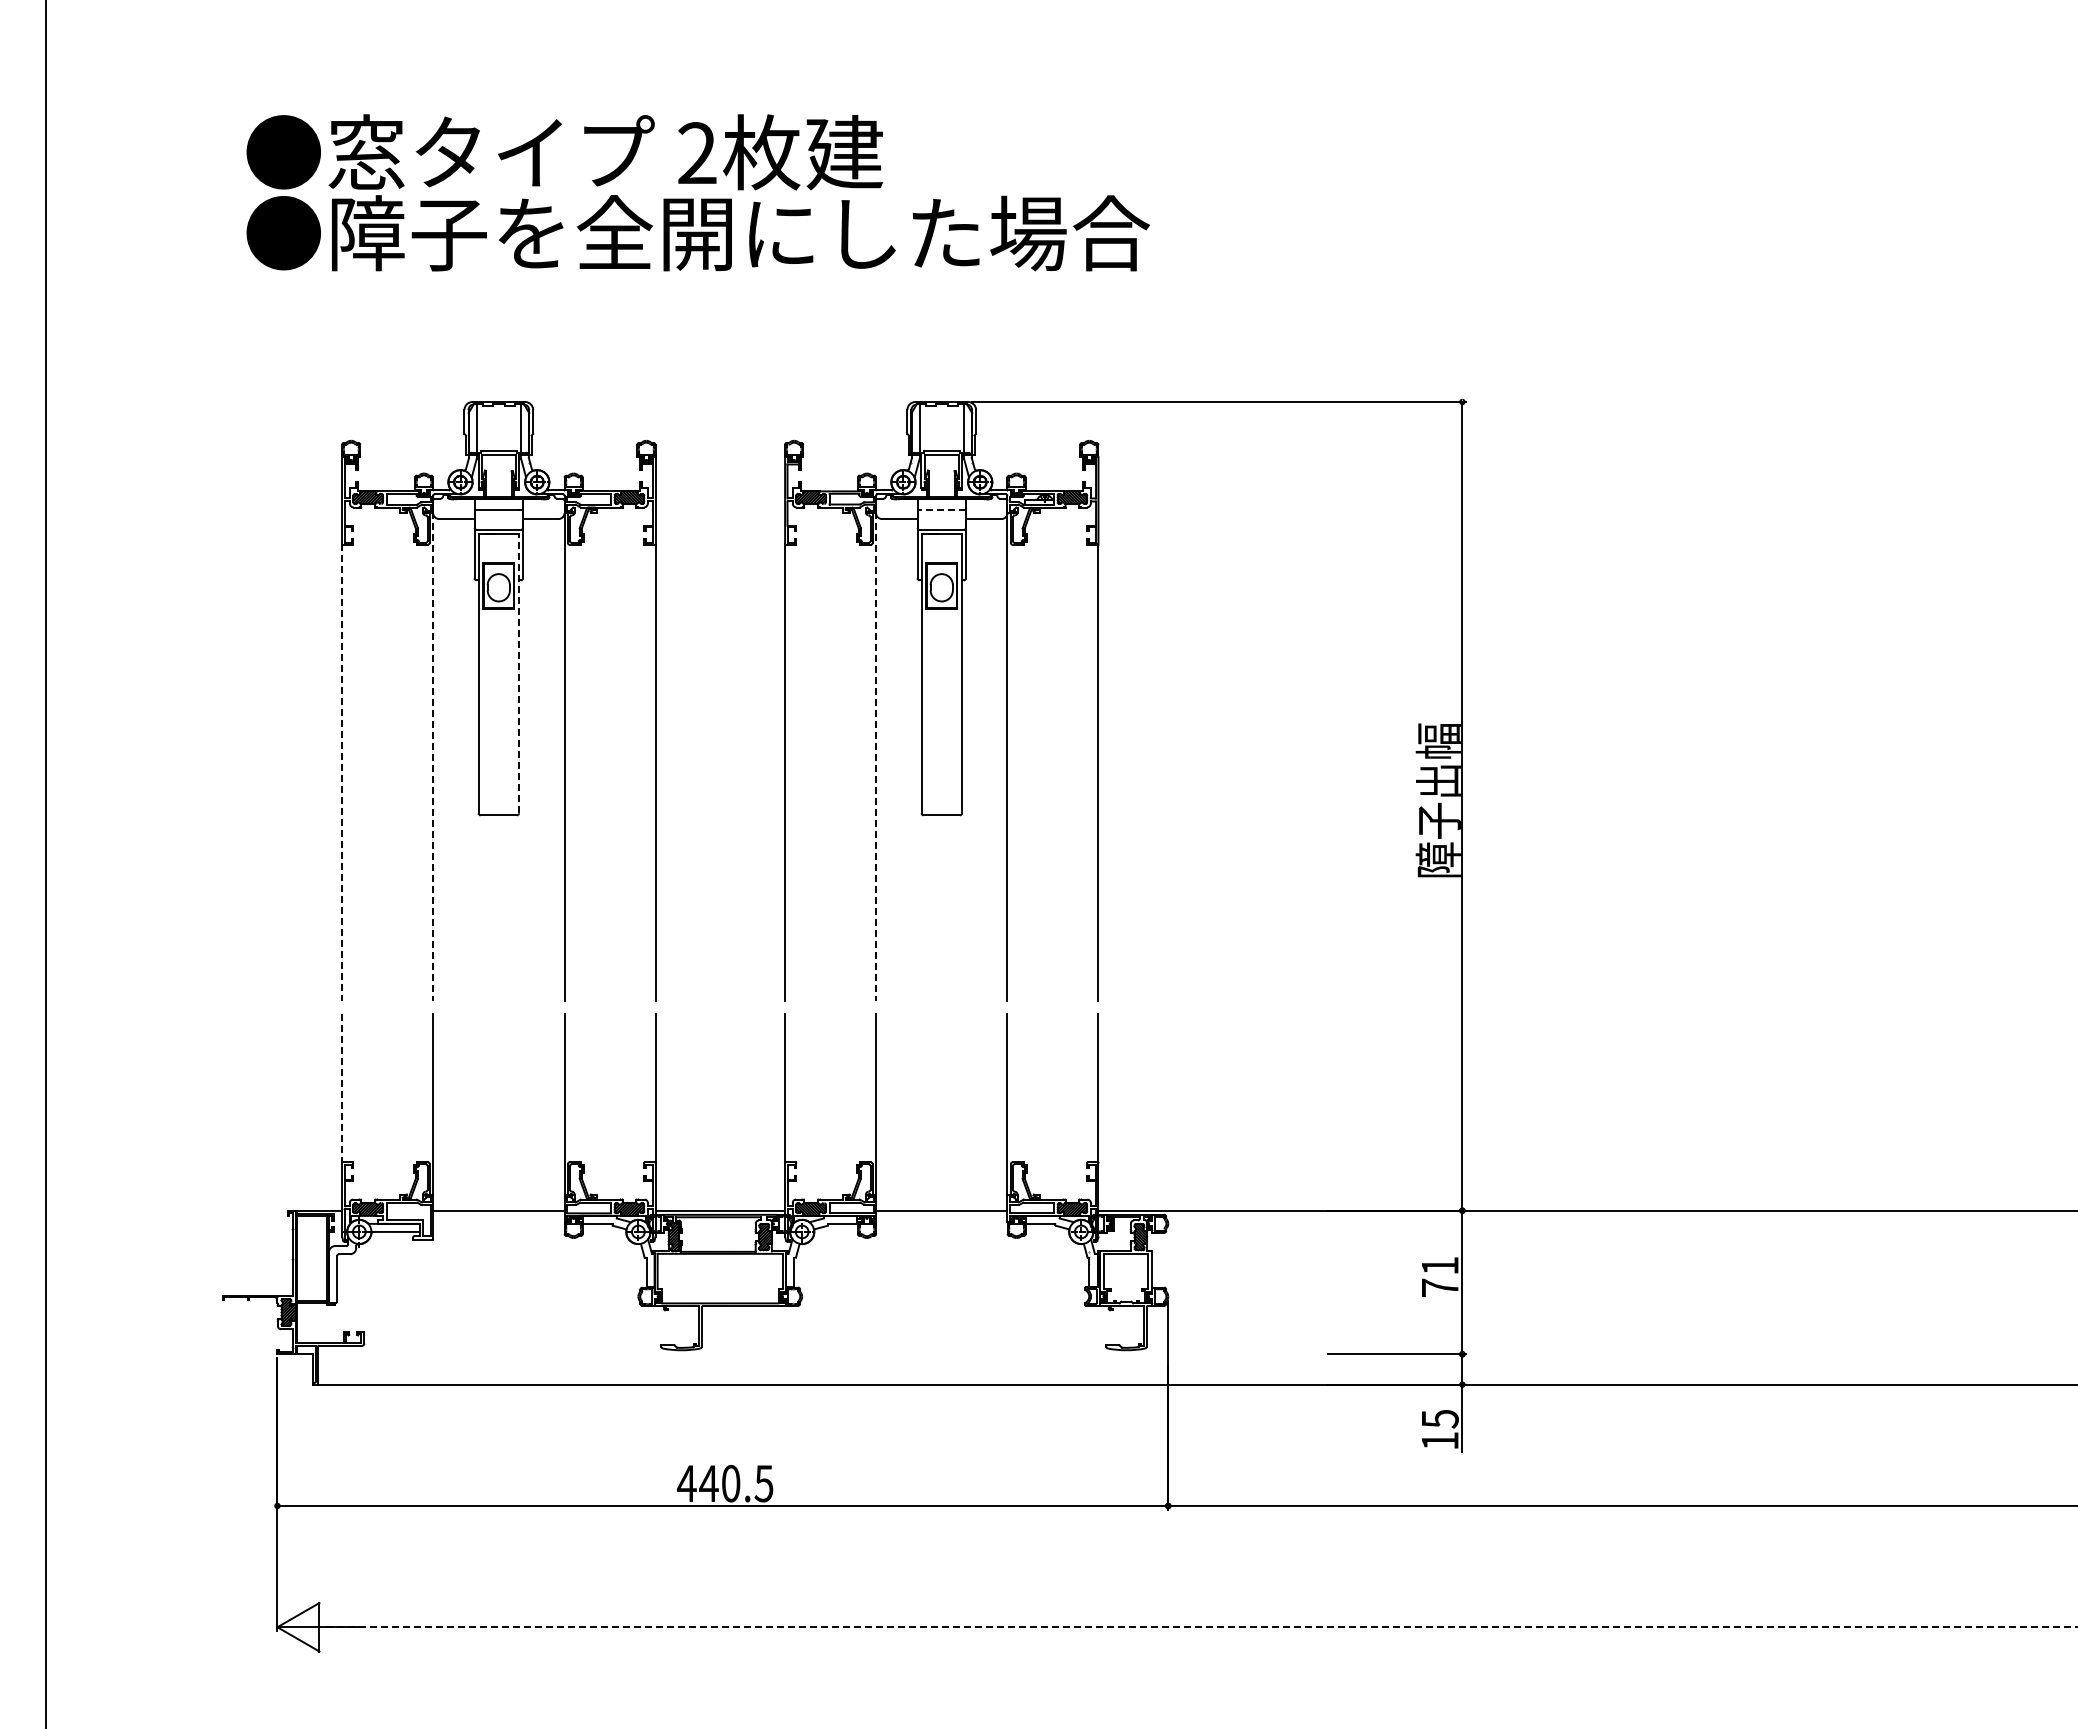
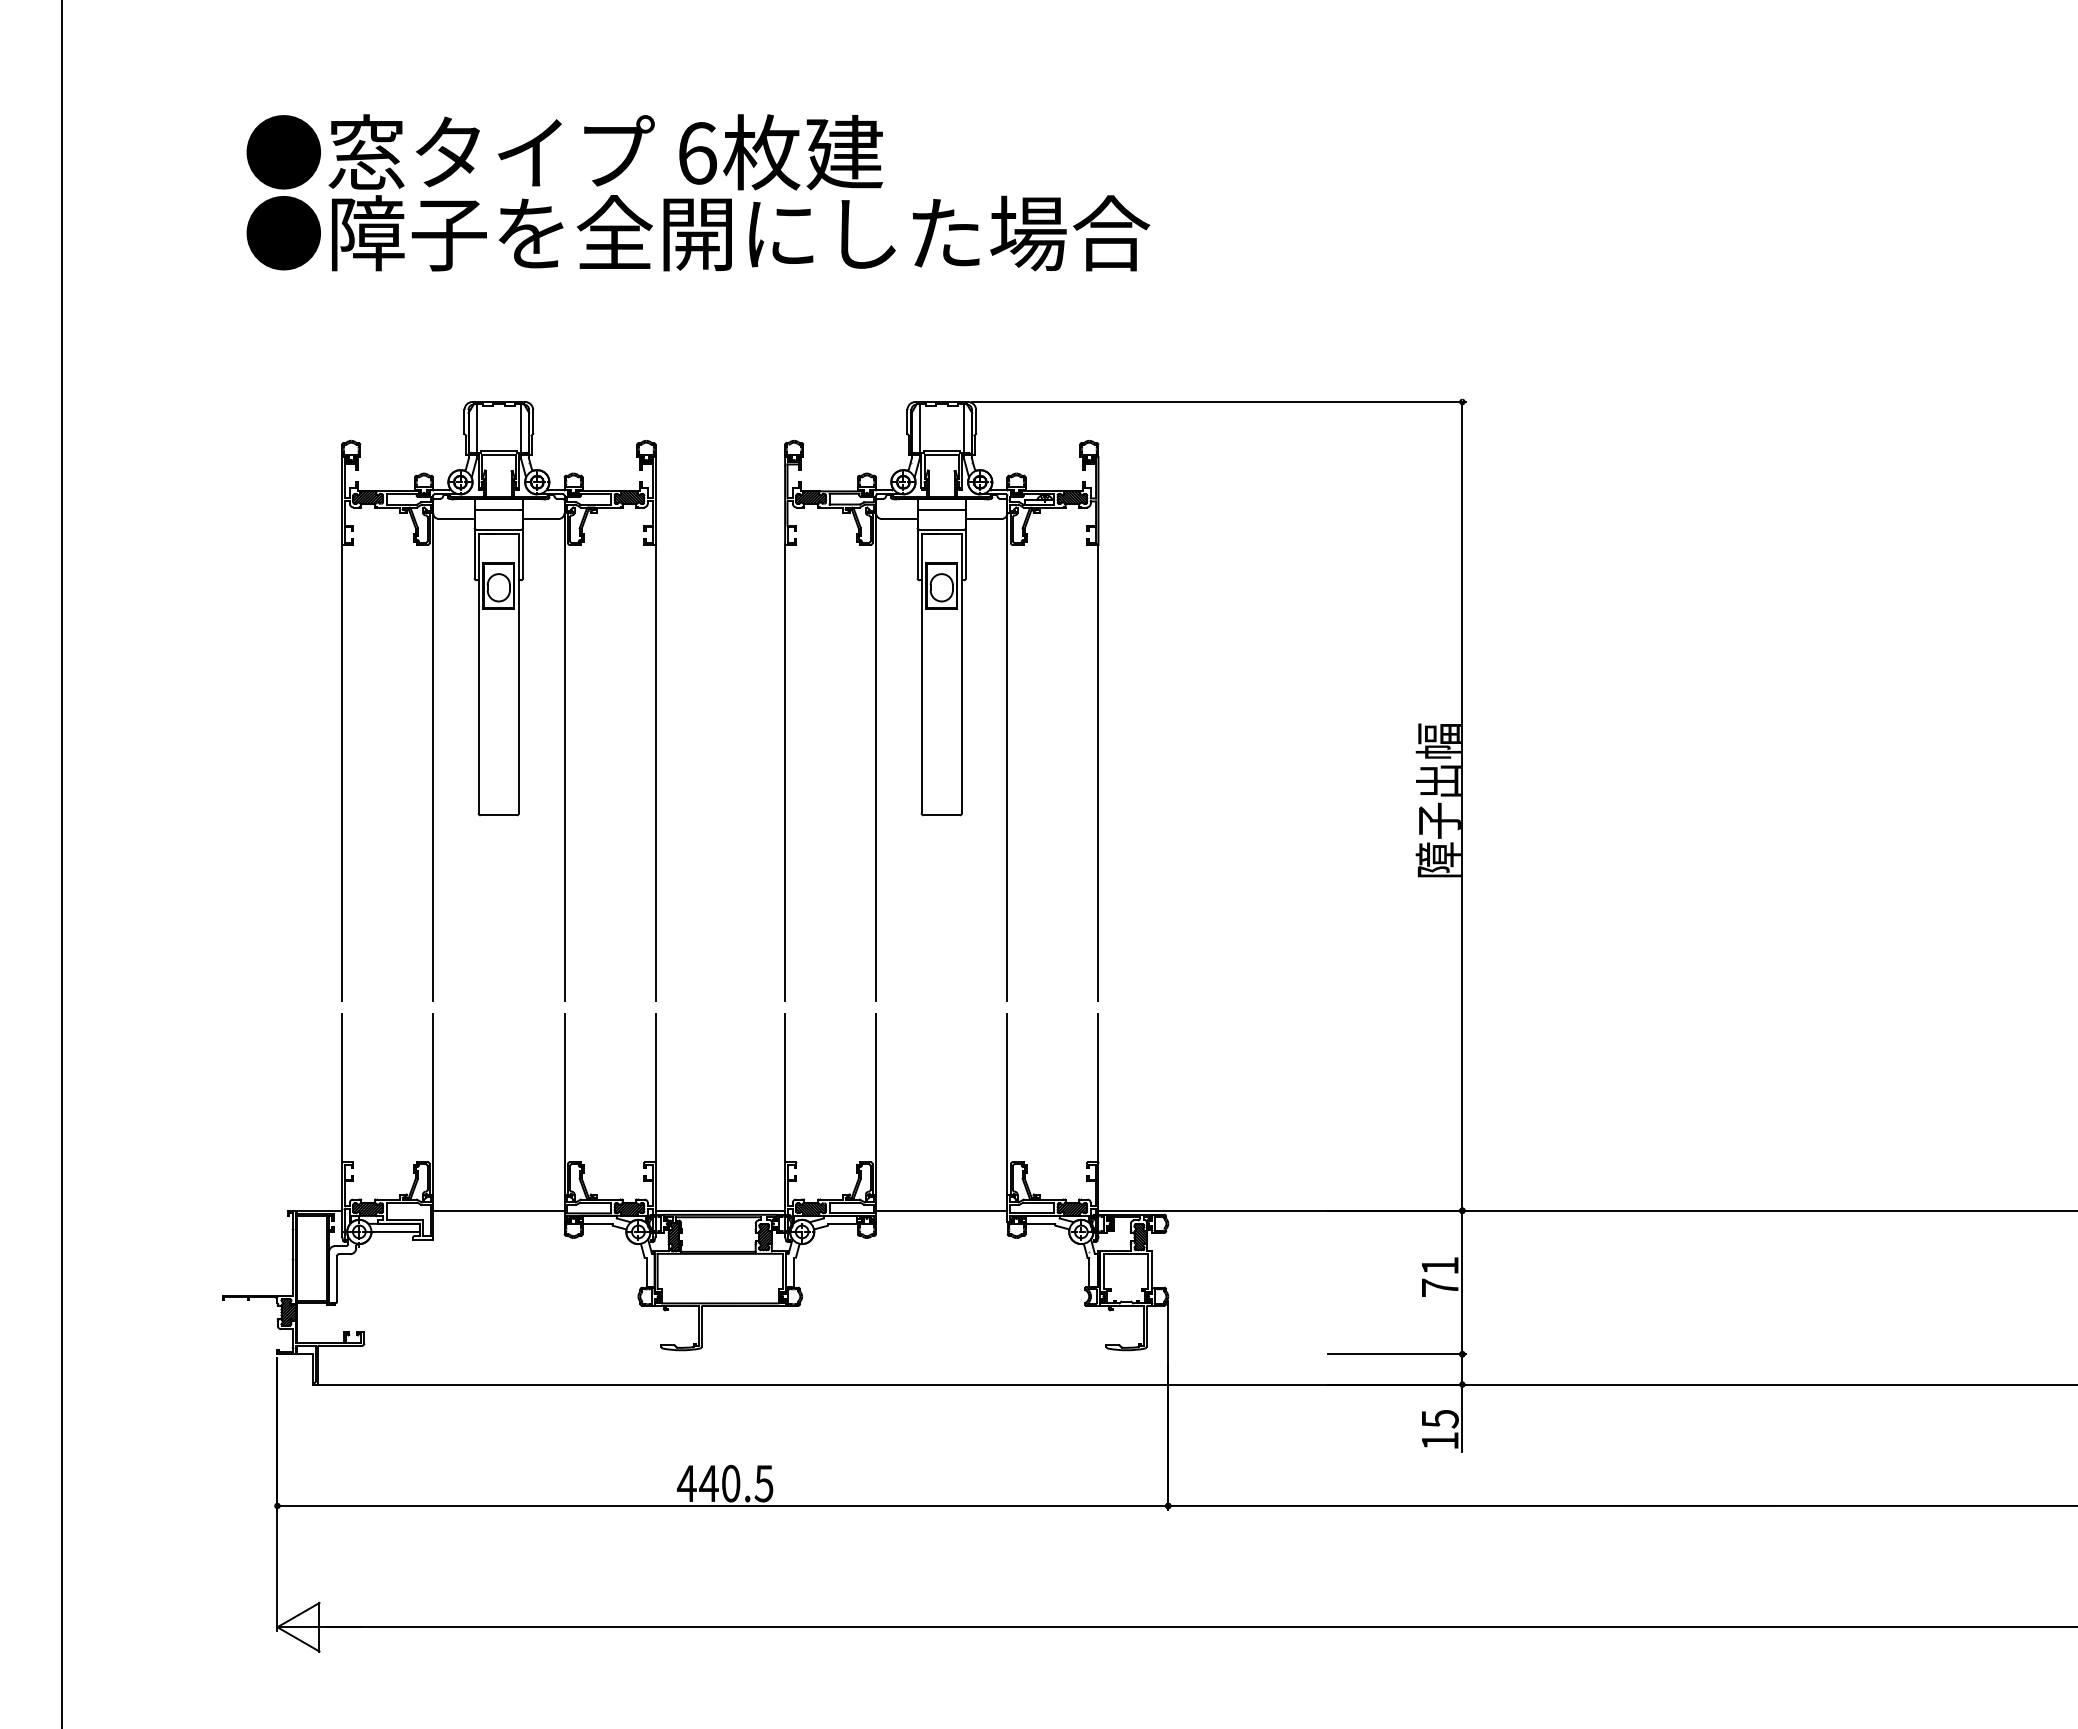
text at (697, 153): 2 -> 6
line at (941, 509): dashed -> solid
line at (519, 673): dashed -> solid
line at (433, 756): dashed -> solid
line at (876, 756): dashed -> solid
line at (342, 772): dashed -> solid
line at (46, 863) position: (46, 863) -> (62, 863)
line at (342, 1088): dashed -> solid
line at (1201, 1627): dashed -> solid
